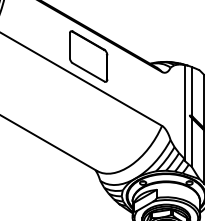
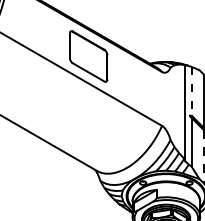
line at (191, 91): solid -> dashed
line at (204, 157): solid -> dashed
